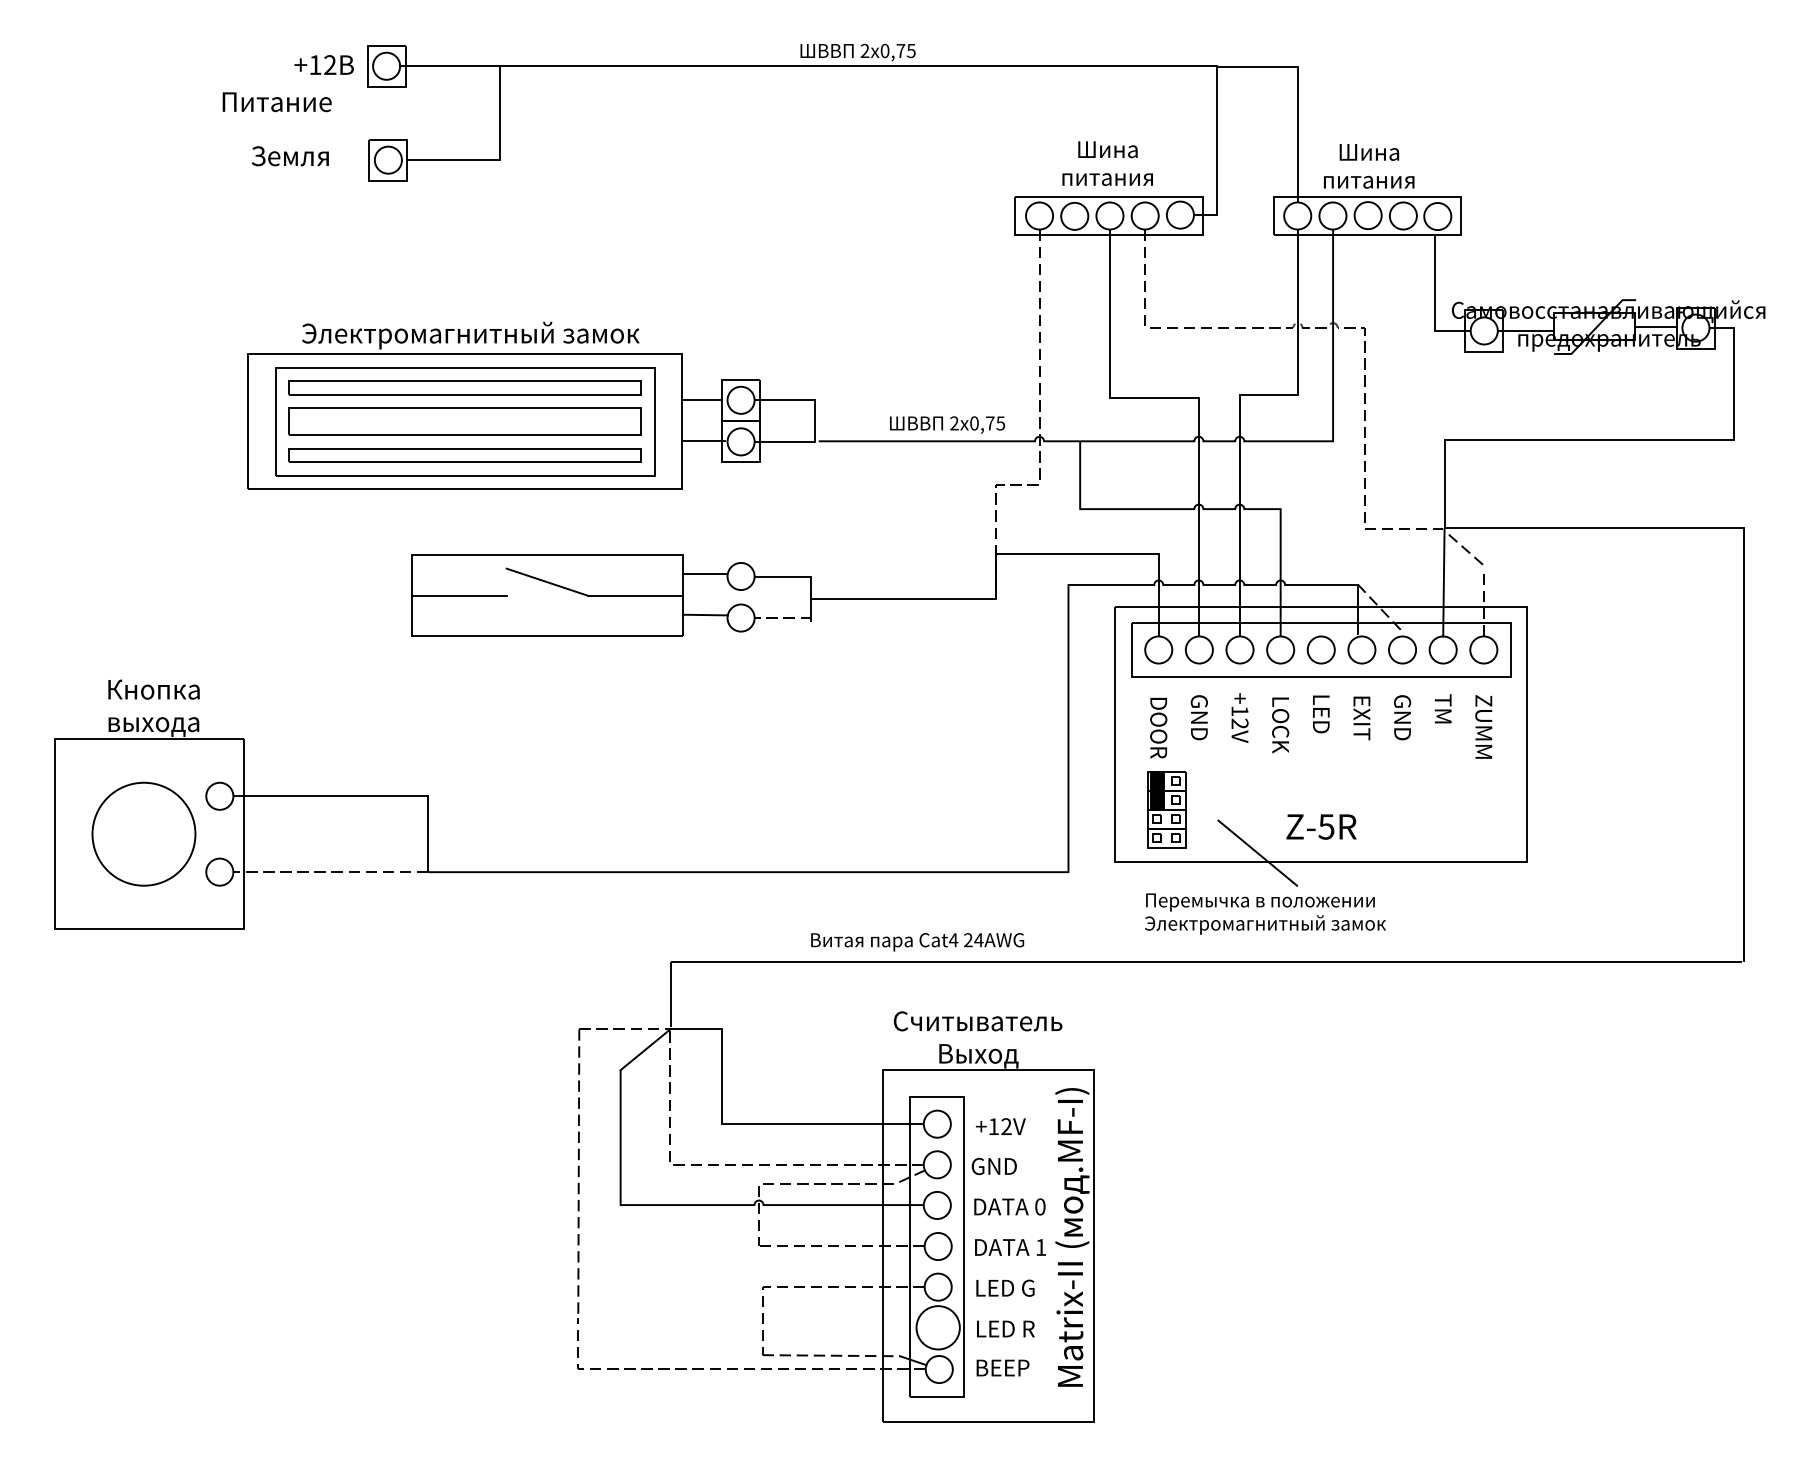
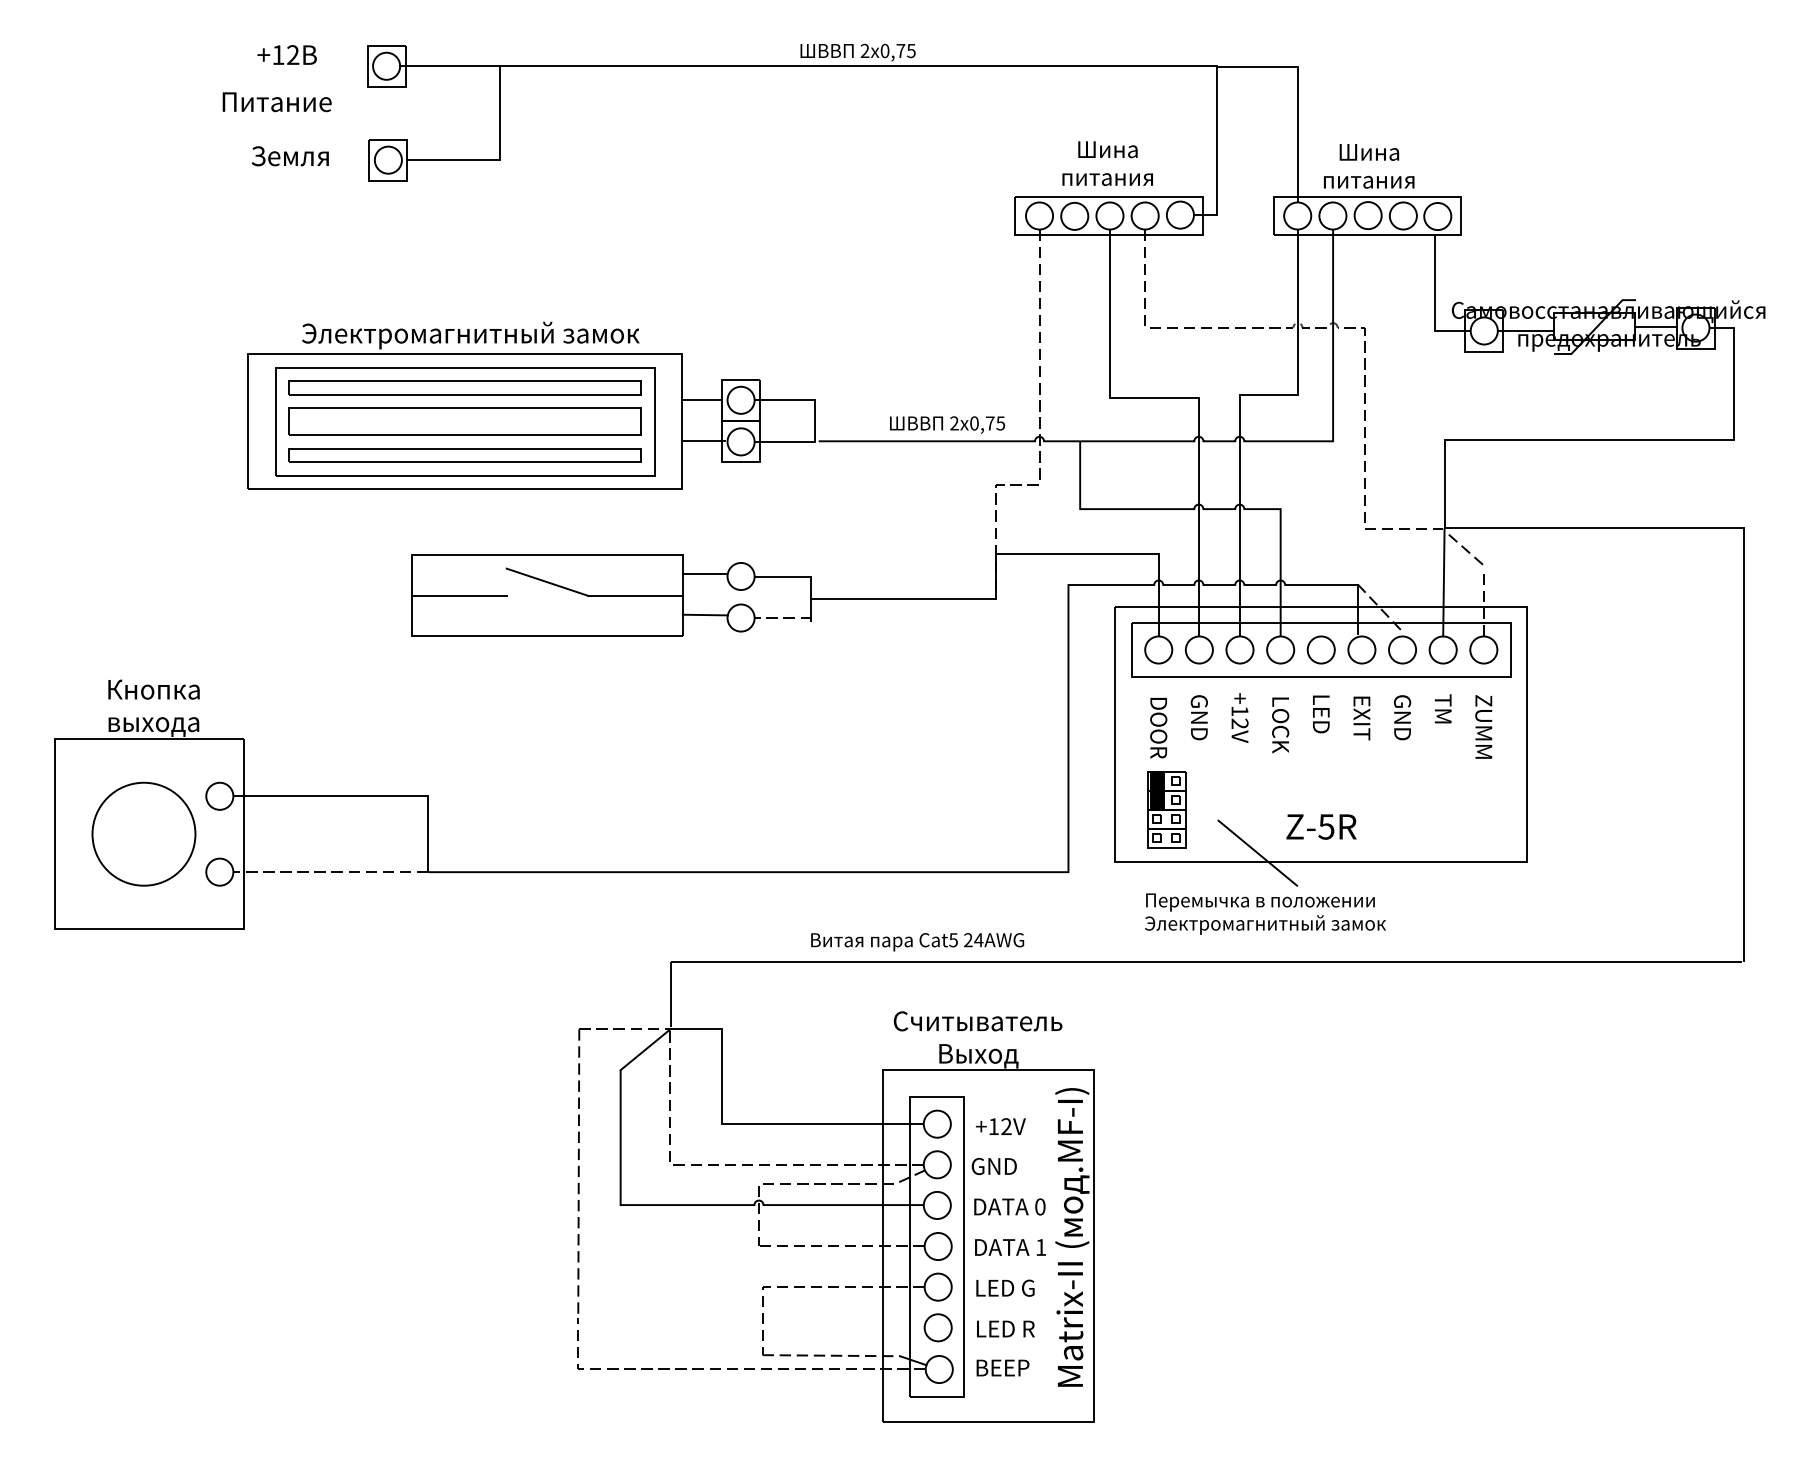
text at (323, 64) position: (323, 64) -> (286, 54)
text at (953, 940): Cat4 -> Cat5
circle at (937, 1327) diameter: 43 px -> 27 px
